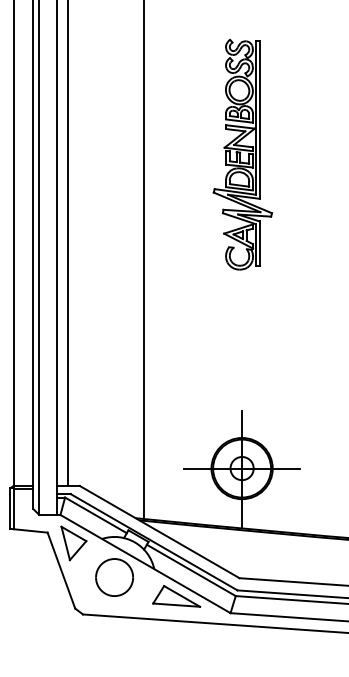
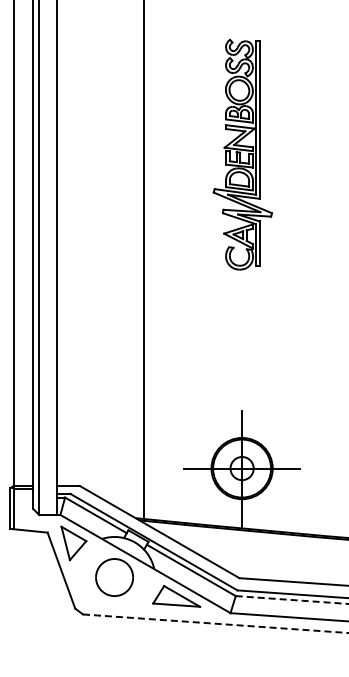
line at (68, 243): present -> none
line at (292, 600): solid -> dashed
line at (215, 623): solid -> dashed
